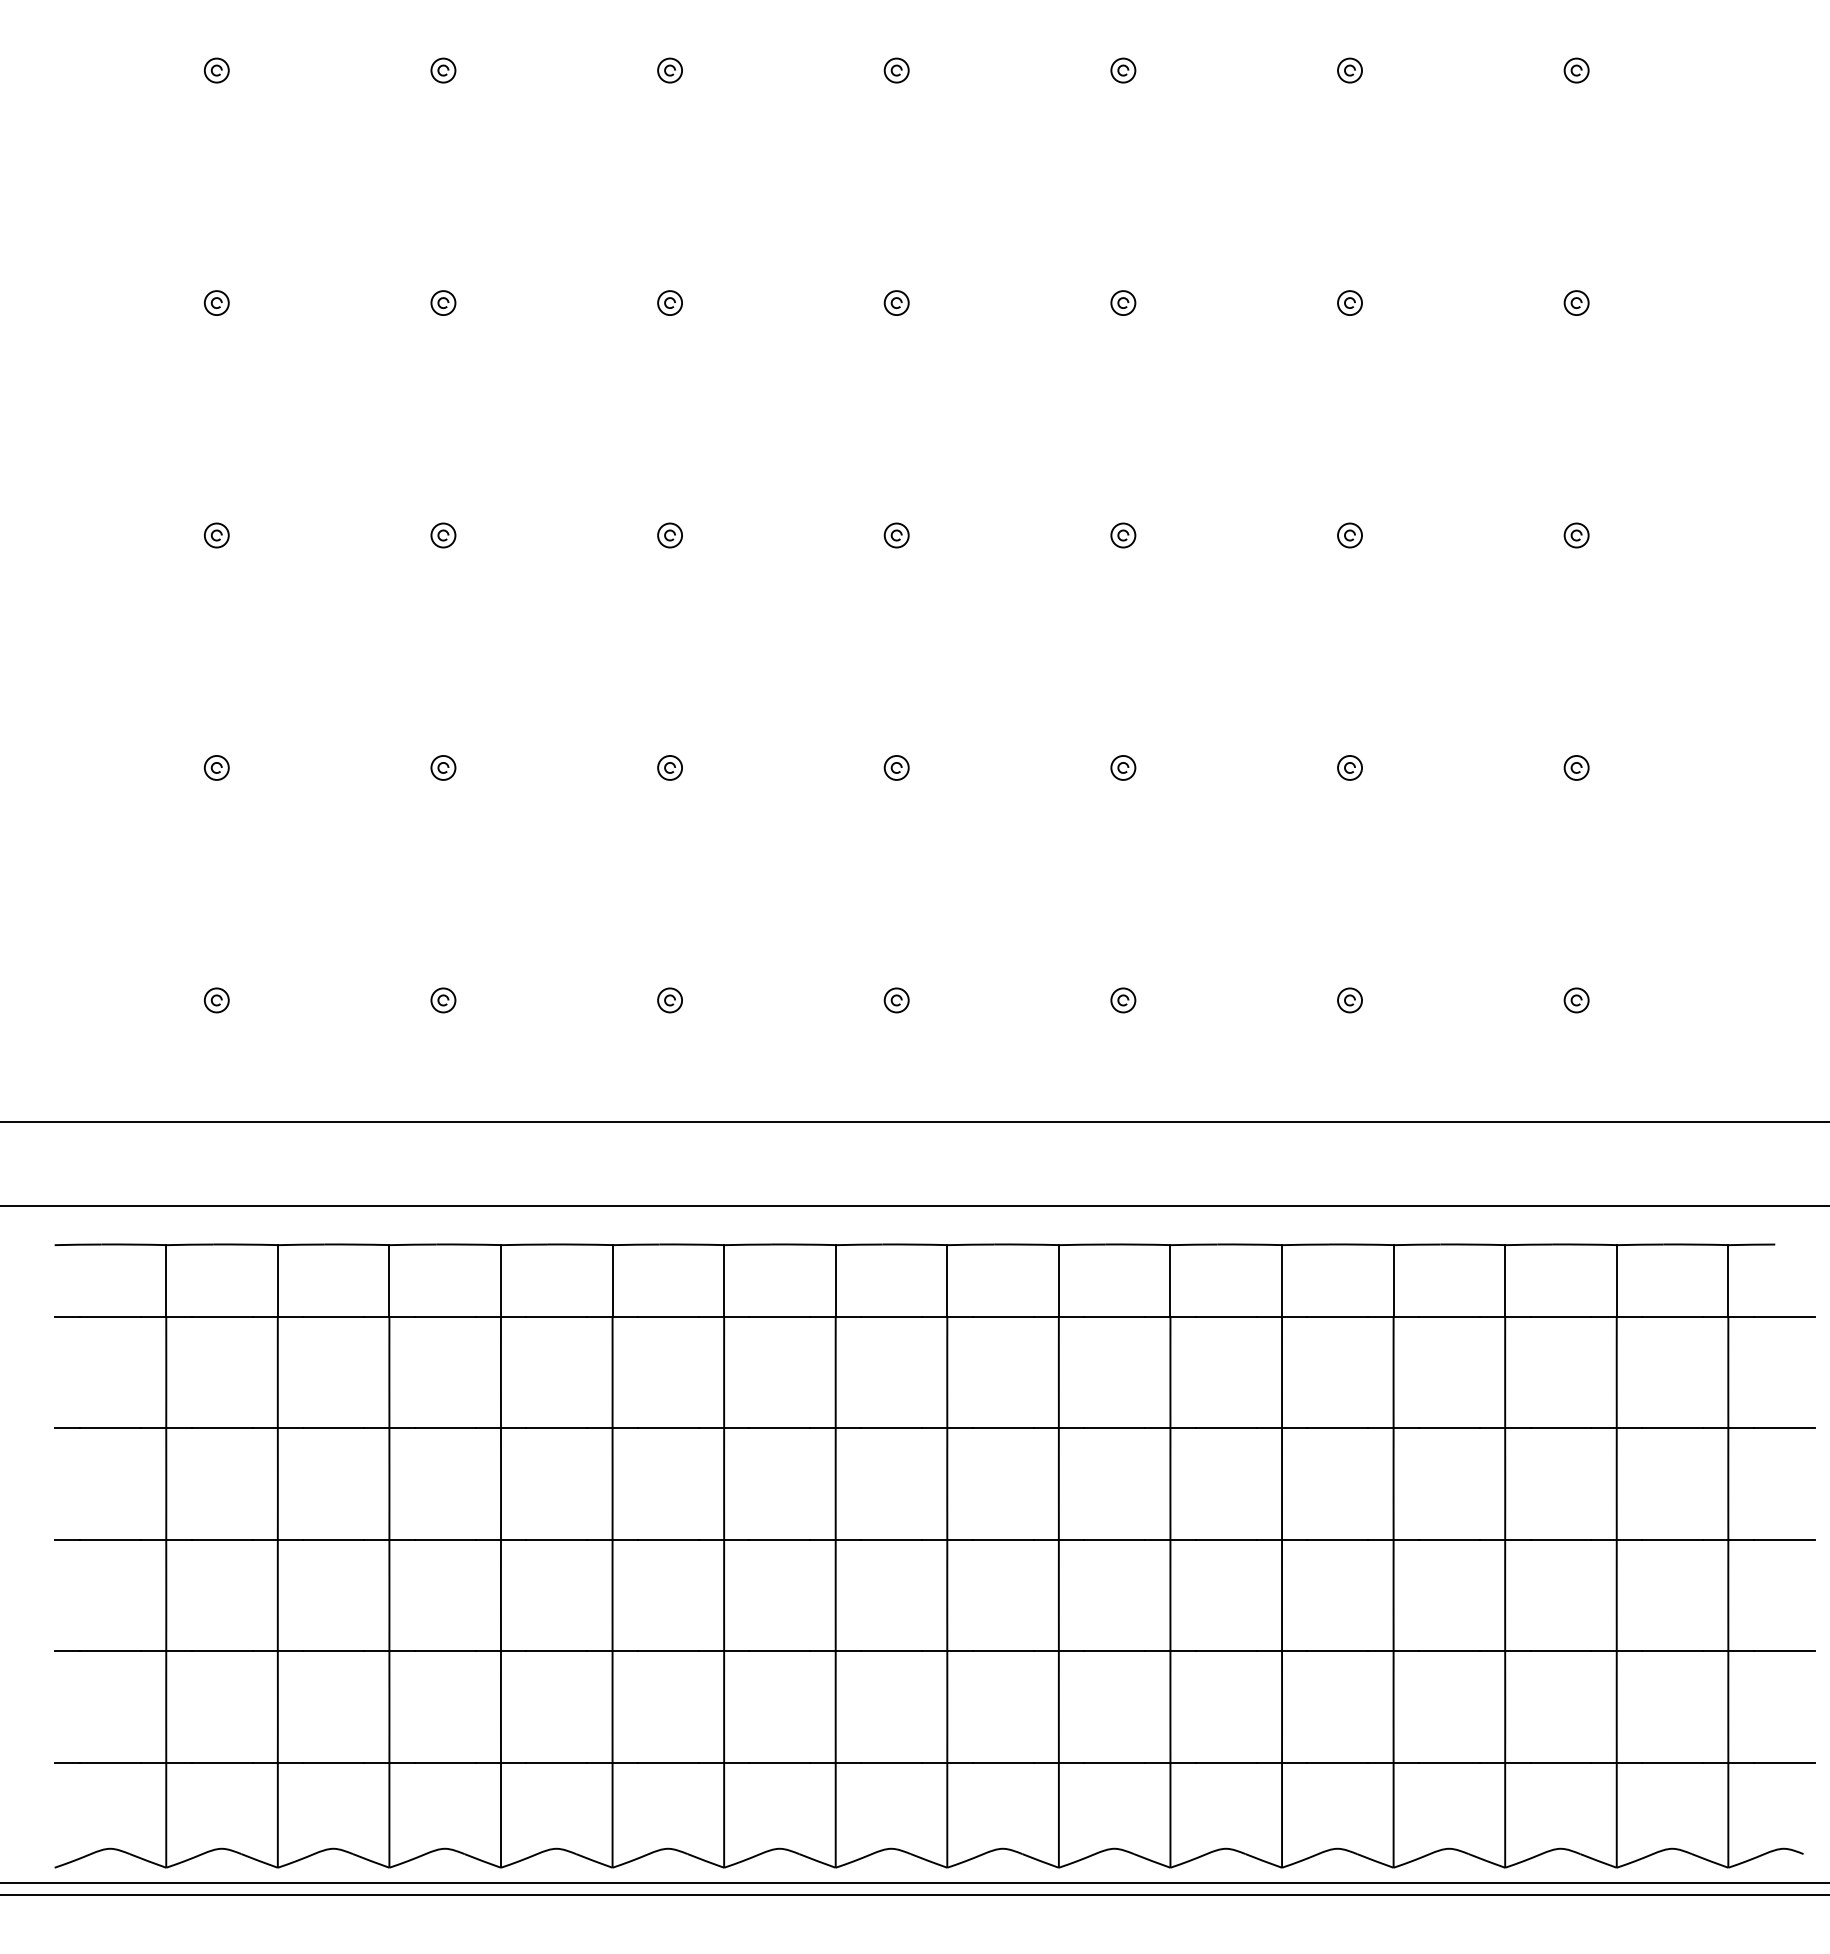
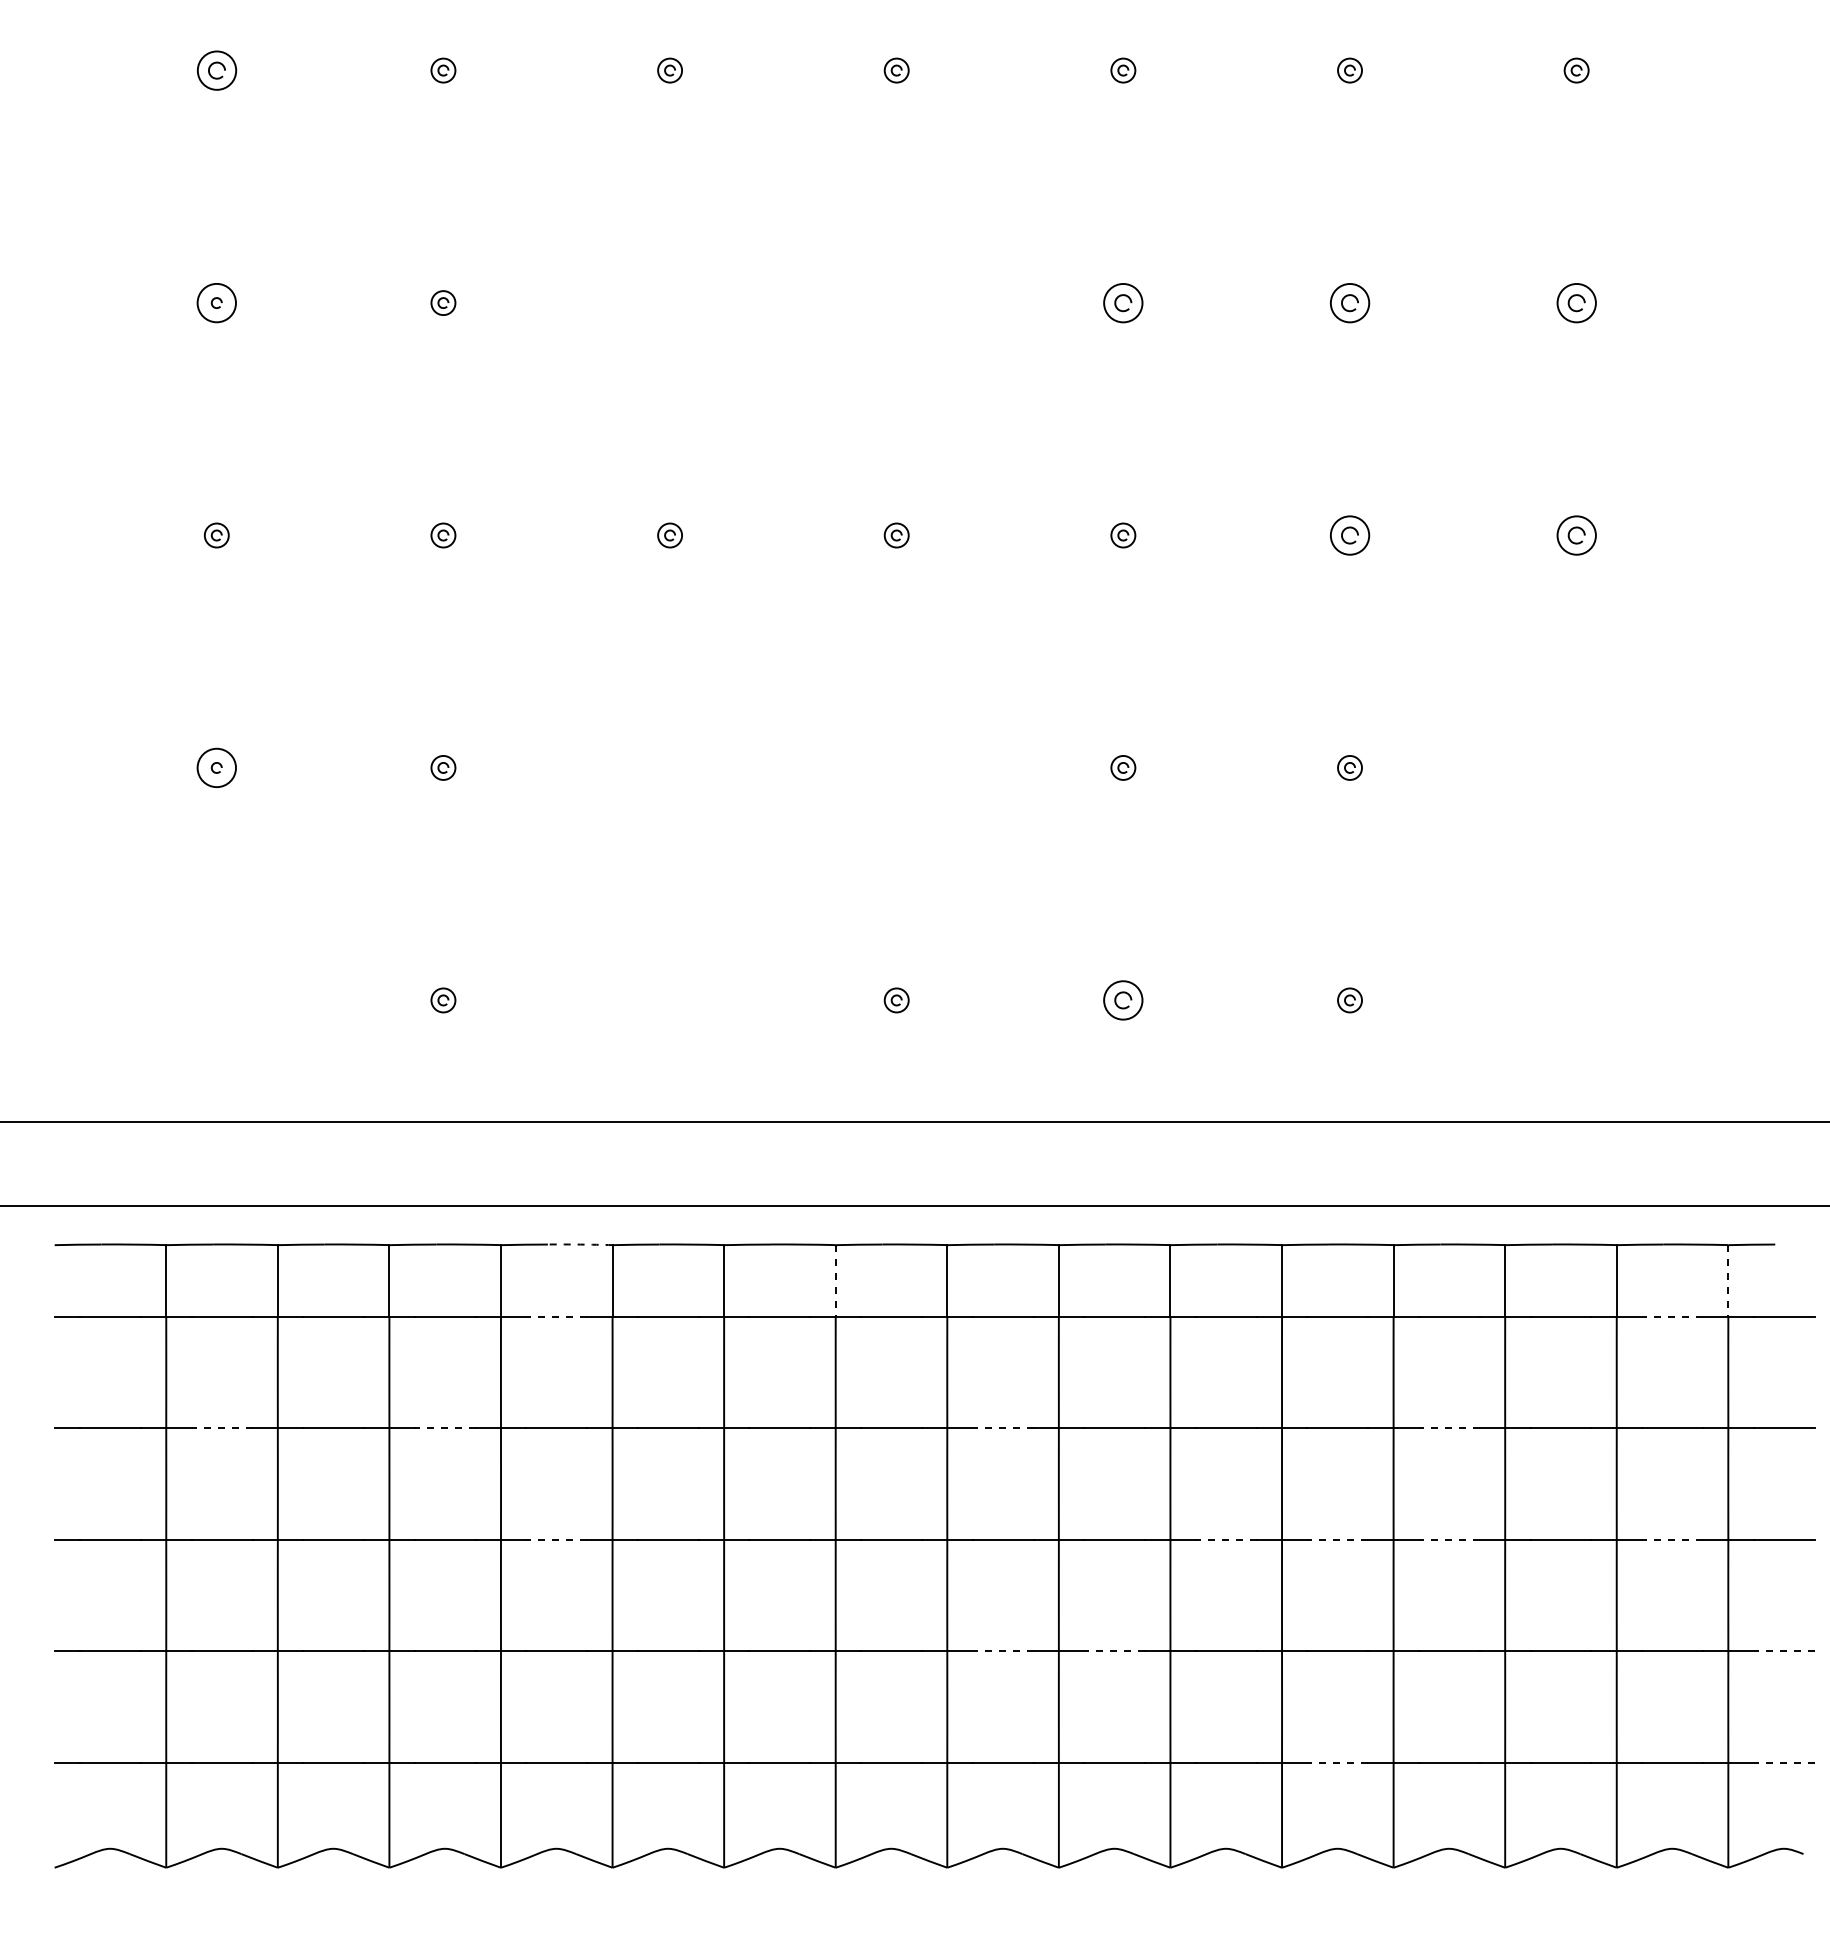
part at (216, 70) size: 27x27 px -> 42x41 px
part at (669, 302): present -> none
part at (896, 302): present -> none
part at (1123, 302) size: 27x26 px -> 41x41 px
part at (1349, 302) size: 26x26 px -> 41x41 px
part at (1576, 302) size: 27x26 px -> 41x41 px
circle at (216, 303) diameter: 24 px -> 38 px
part at (1349, 535) size: 26x27 px -> 41x41 px
part at (1576, 535) size: 27x27 px -> 41x41 px
circle at (216, 767) diameter: 24 px -> 38 px
part at (669, 767): present -> none
part at (896, 767): present -> none
part at (1576, 767): present -> none
part at (216, 1000): present -> none
part at (669, 1000): present -> none
part at (1123, 1000) size: 27x27 px -> 41x41 px
part at (1576, 1000): present -> none
arc at (580, 1244): solid -> dashed
line at (835, 1280): solid -> dashed
line at (1728, 1280): solid -> dashed
line at (556, 1316): solid -> dashed
line at (1672, 1316): solid -> dashed
line at (221, 1428): solid -> dashed
line at (444, 1428): solid -> dashed
line at (1002, 1428): solid -> dashed
line at (1448, 1428): solid -> dashed
line at (556, 1539): solid -> dashed
line at (1225, 1539): solid -> dashed
line at (1337, 1539): solid -> dashed
line at (1448, 1539): solid -> dashed
line at (1672, 1539): solid -> dashed
line at (1002, 1651): solid -> dashed
line at (1114, 1651): solid -> dashed
line at (1783, 1651): solid -> dashed
line at (1337, 1762): solid -> dashed
line at (1783, 1762): solid -> dashed
line at (914, 1882): present -> none
line at (914, 1895): present -> none
